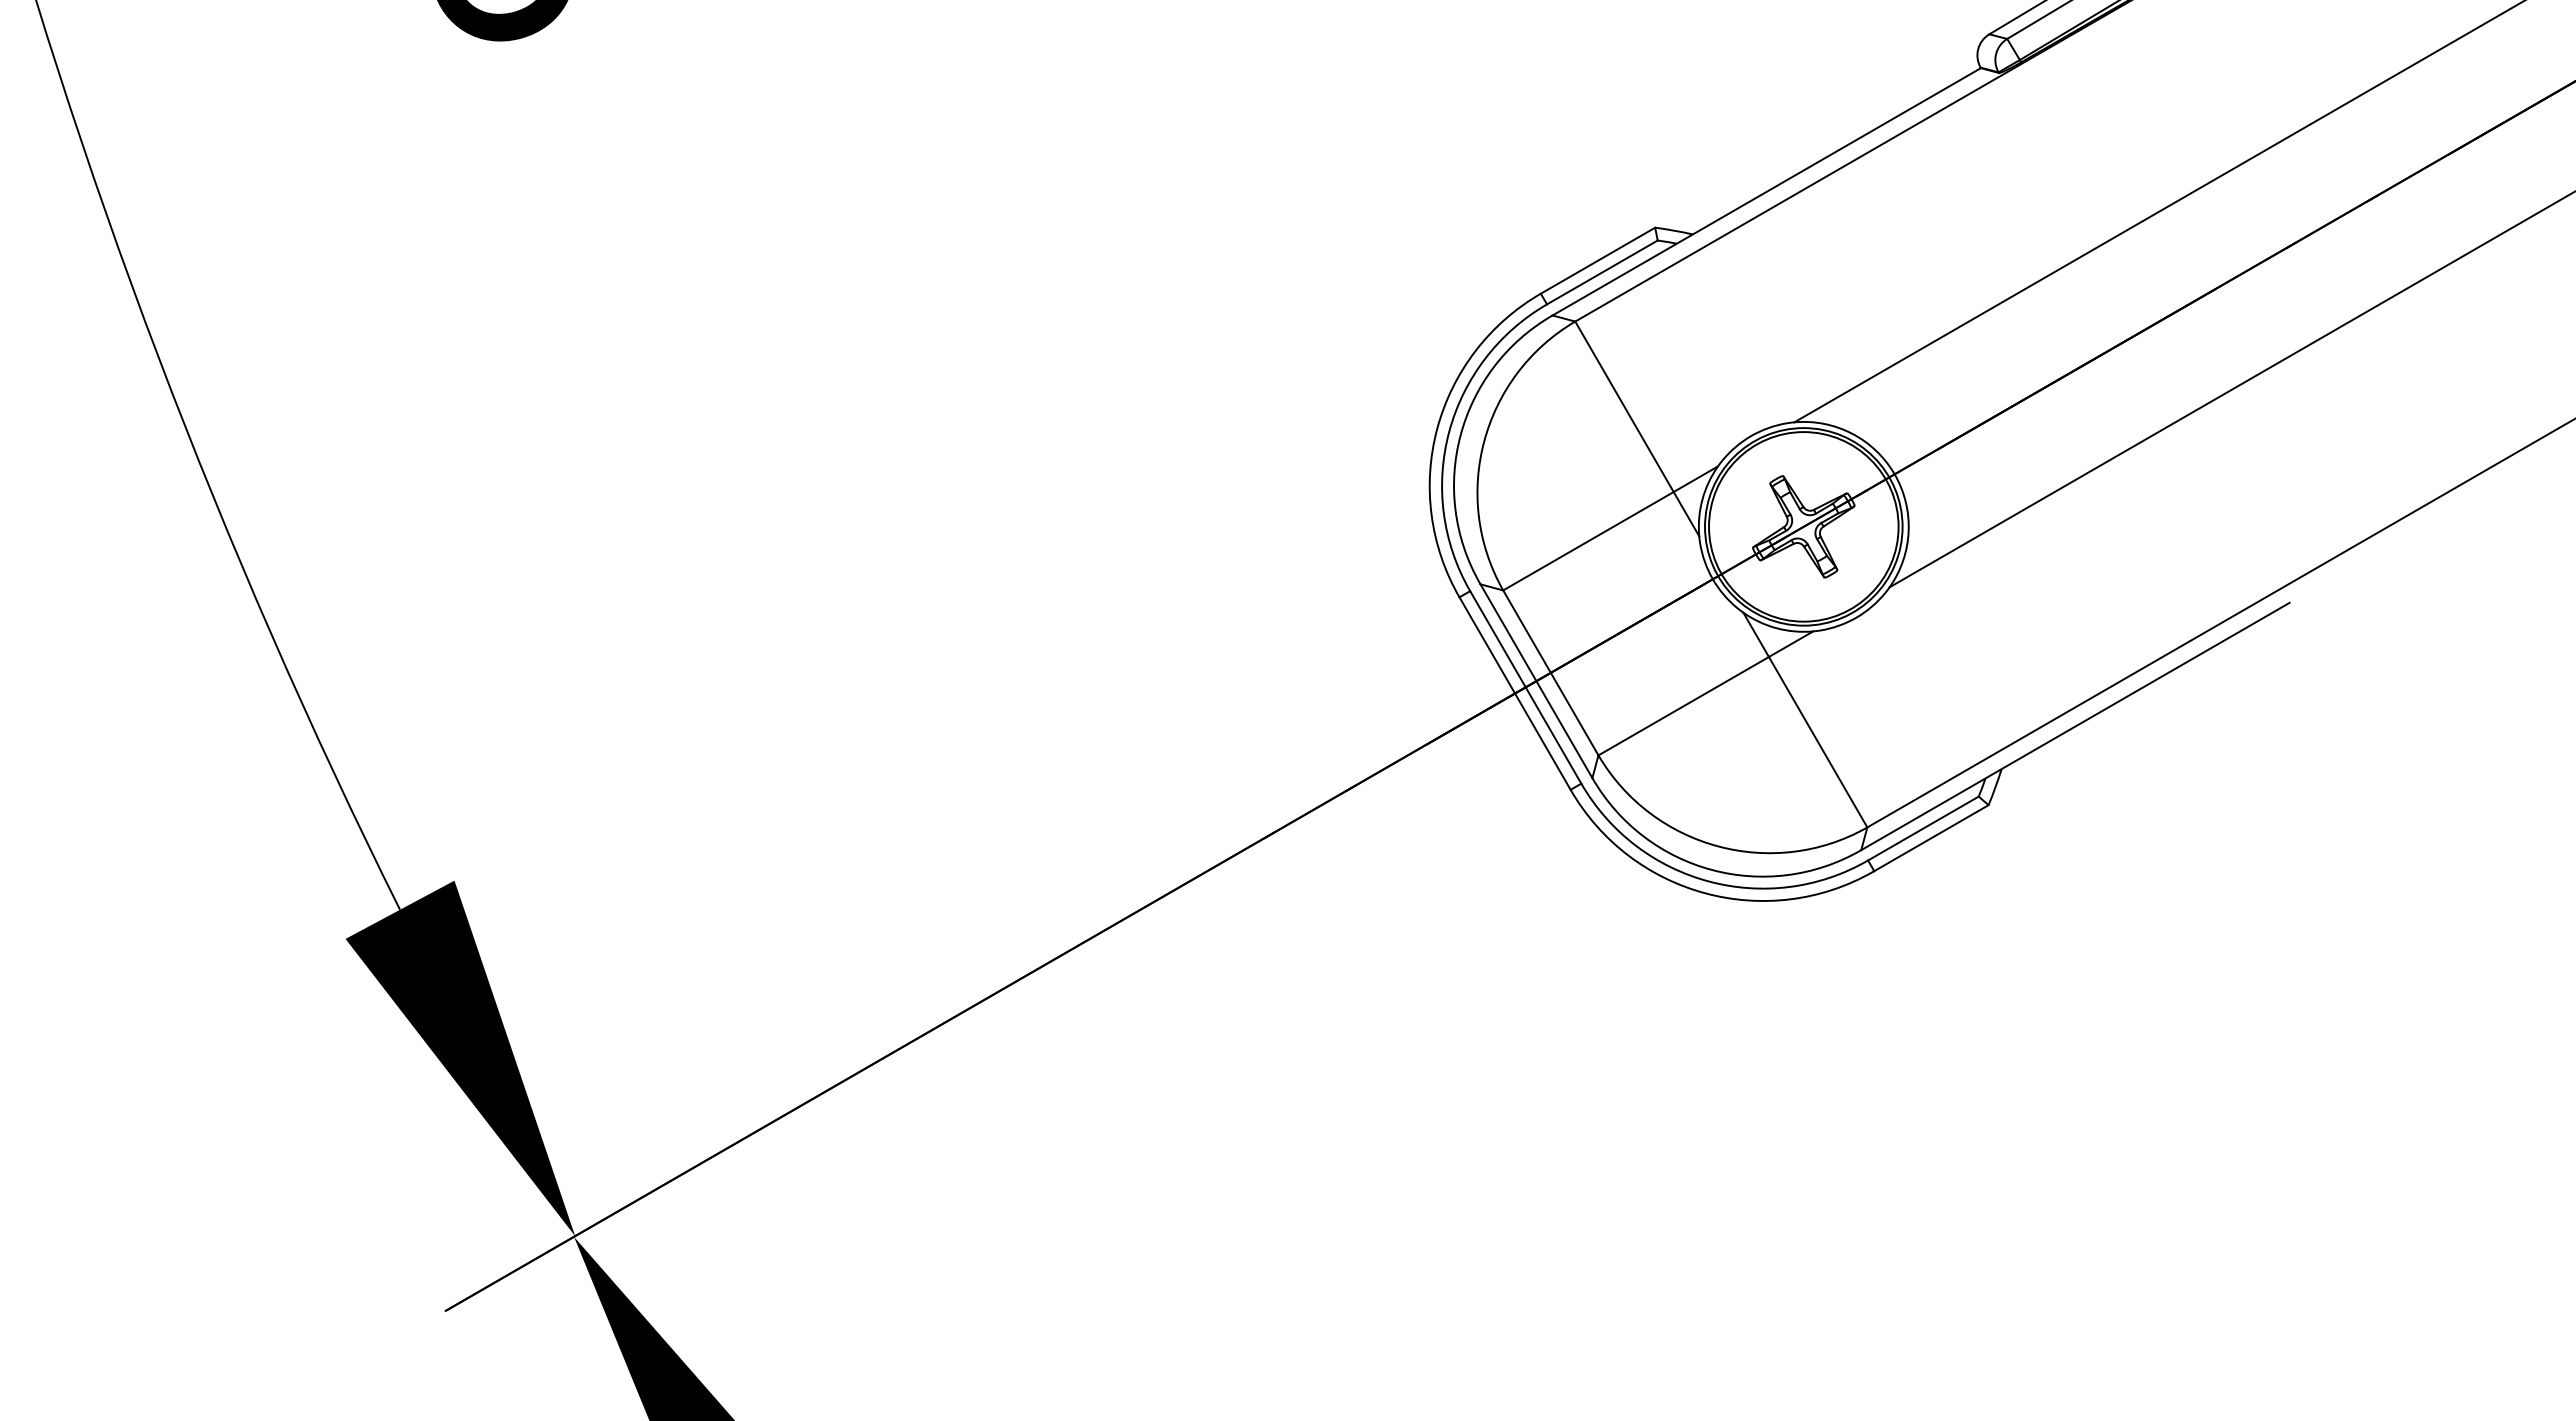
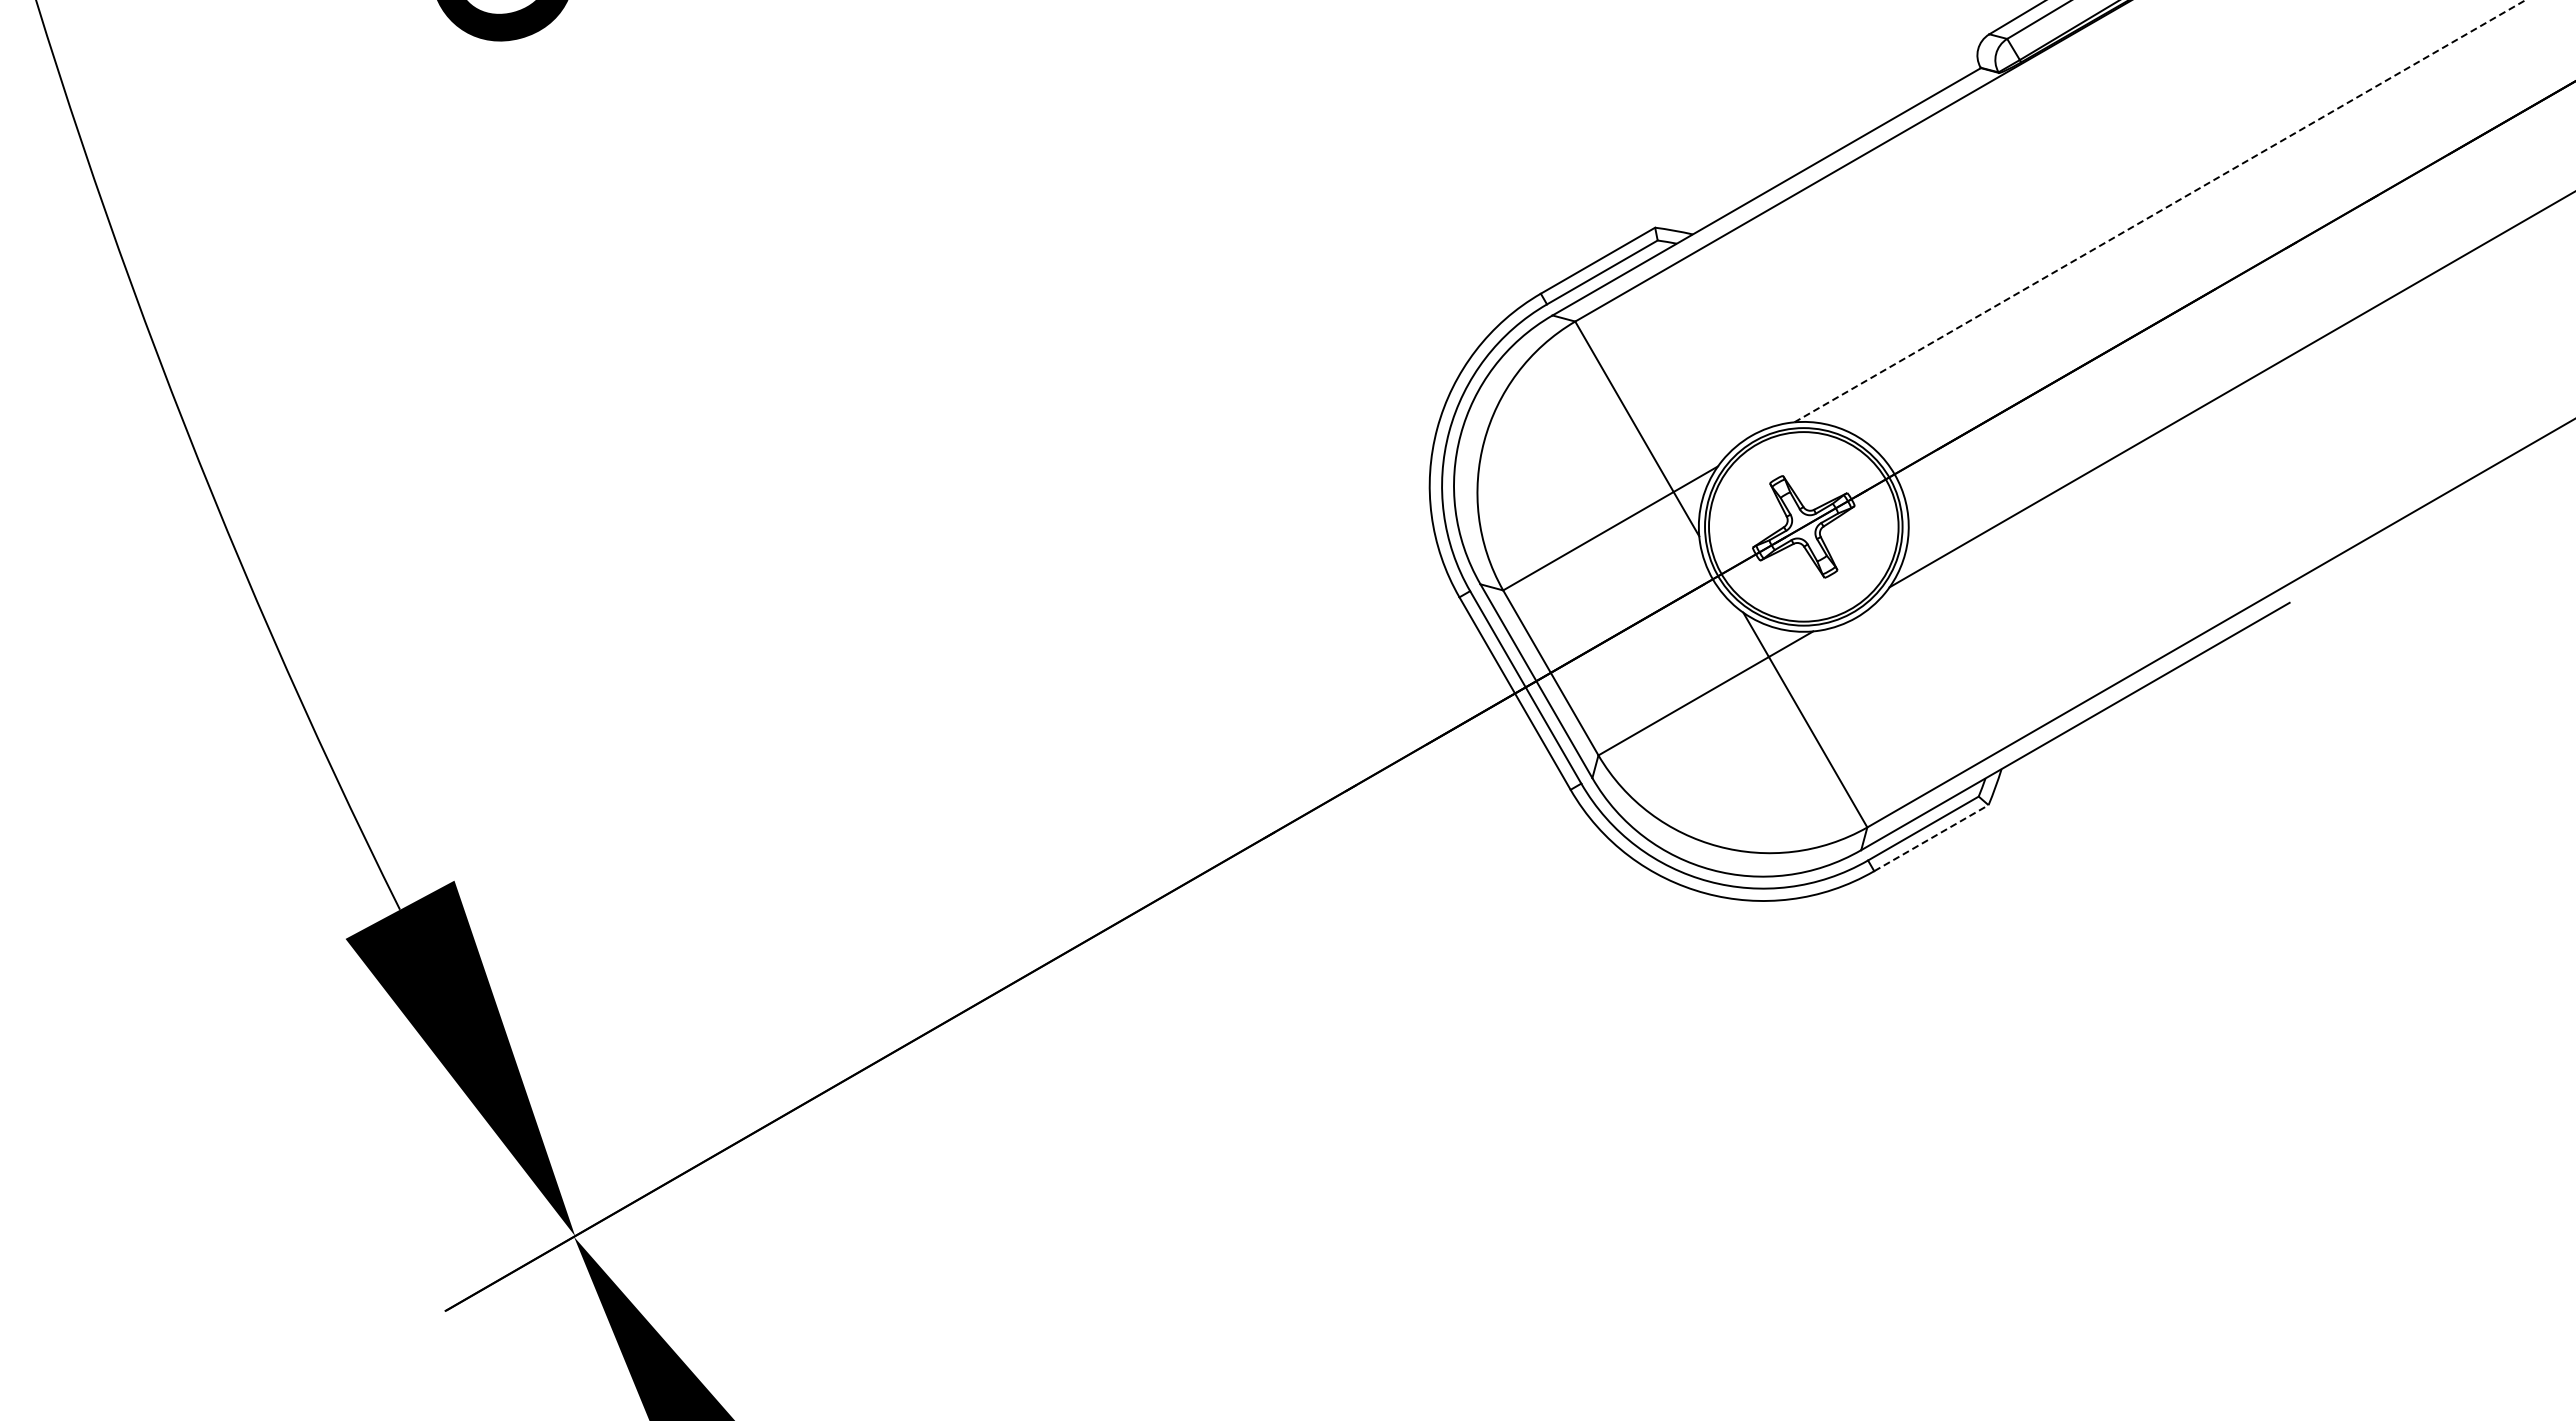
line at (2159, 211): solid -> dashed
line at (1931, 838): solid -> dashed
